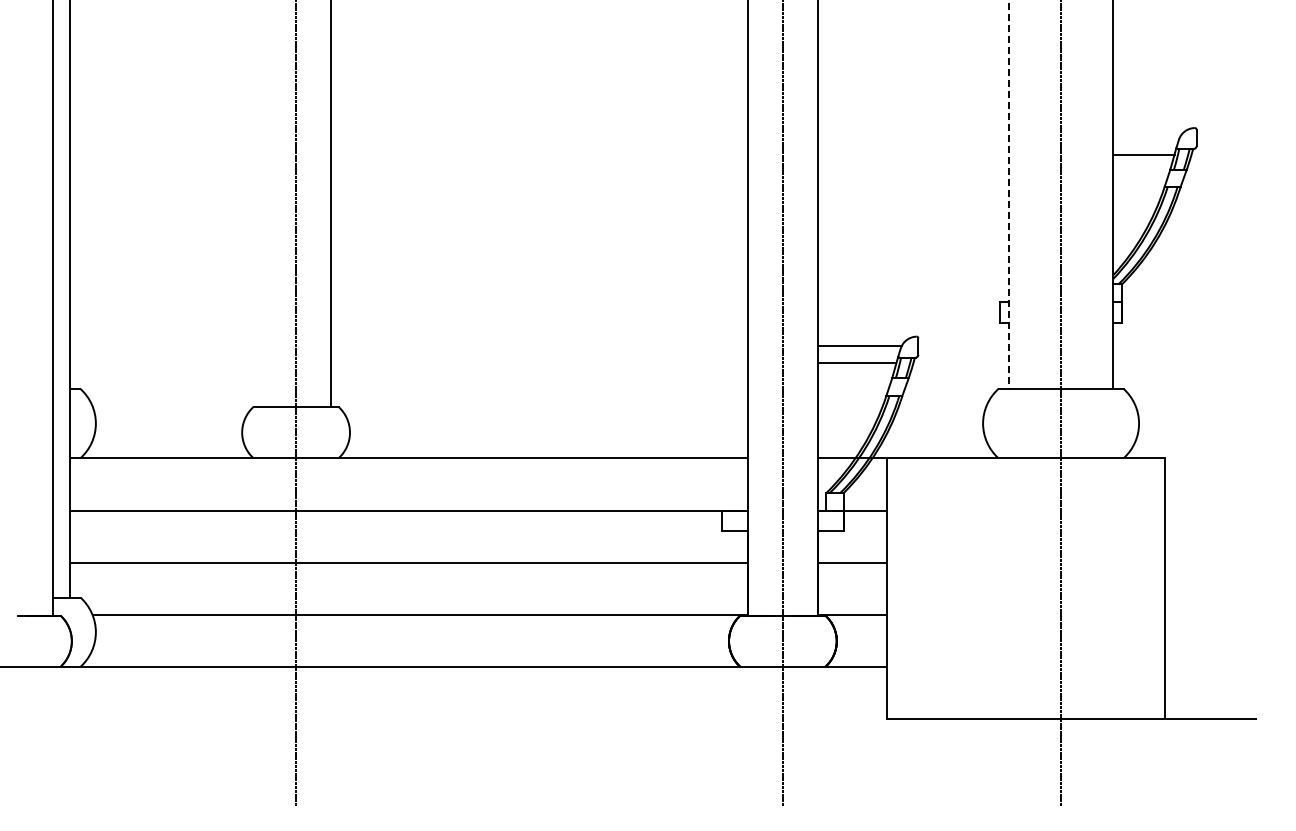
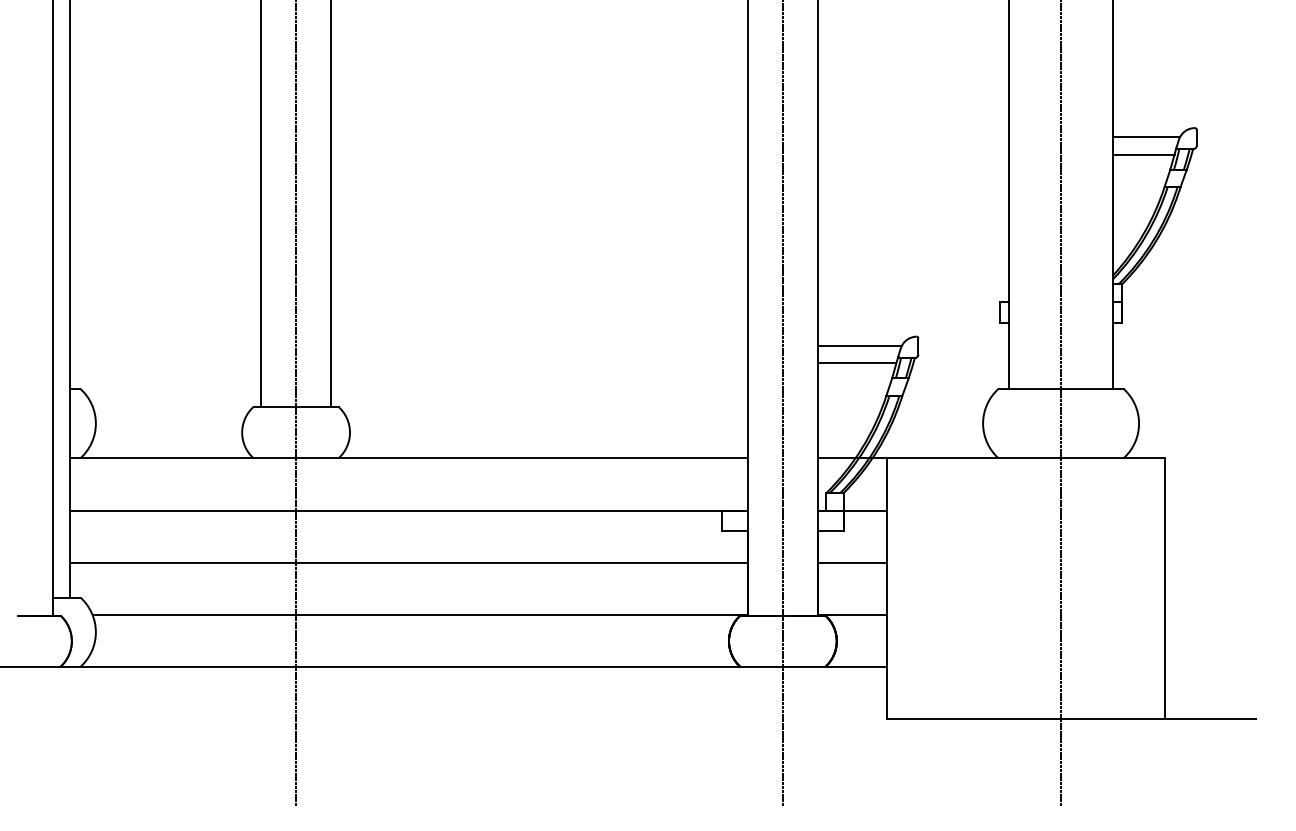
line at (1146, 137): none -> present
line at (1008, 195): dashed -> solid
line at (261, 204): none -> present
